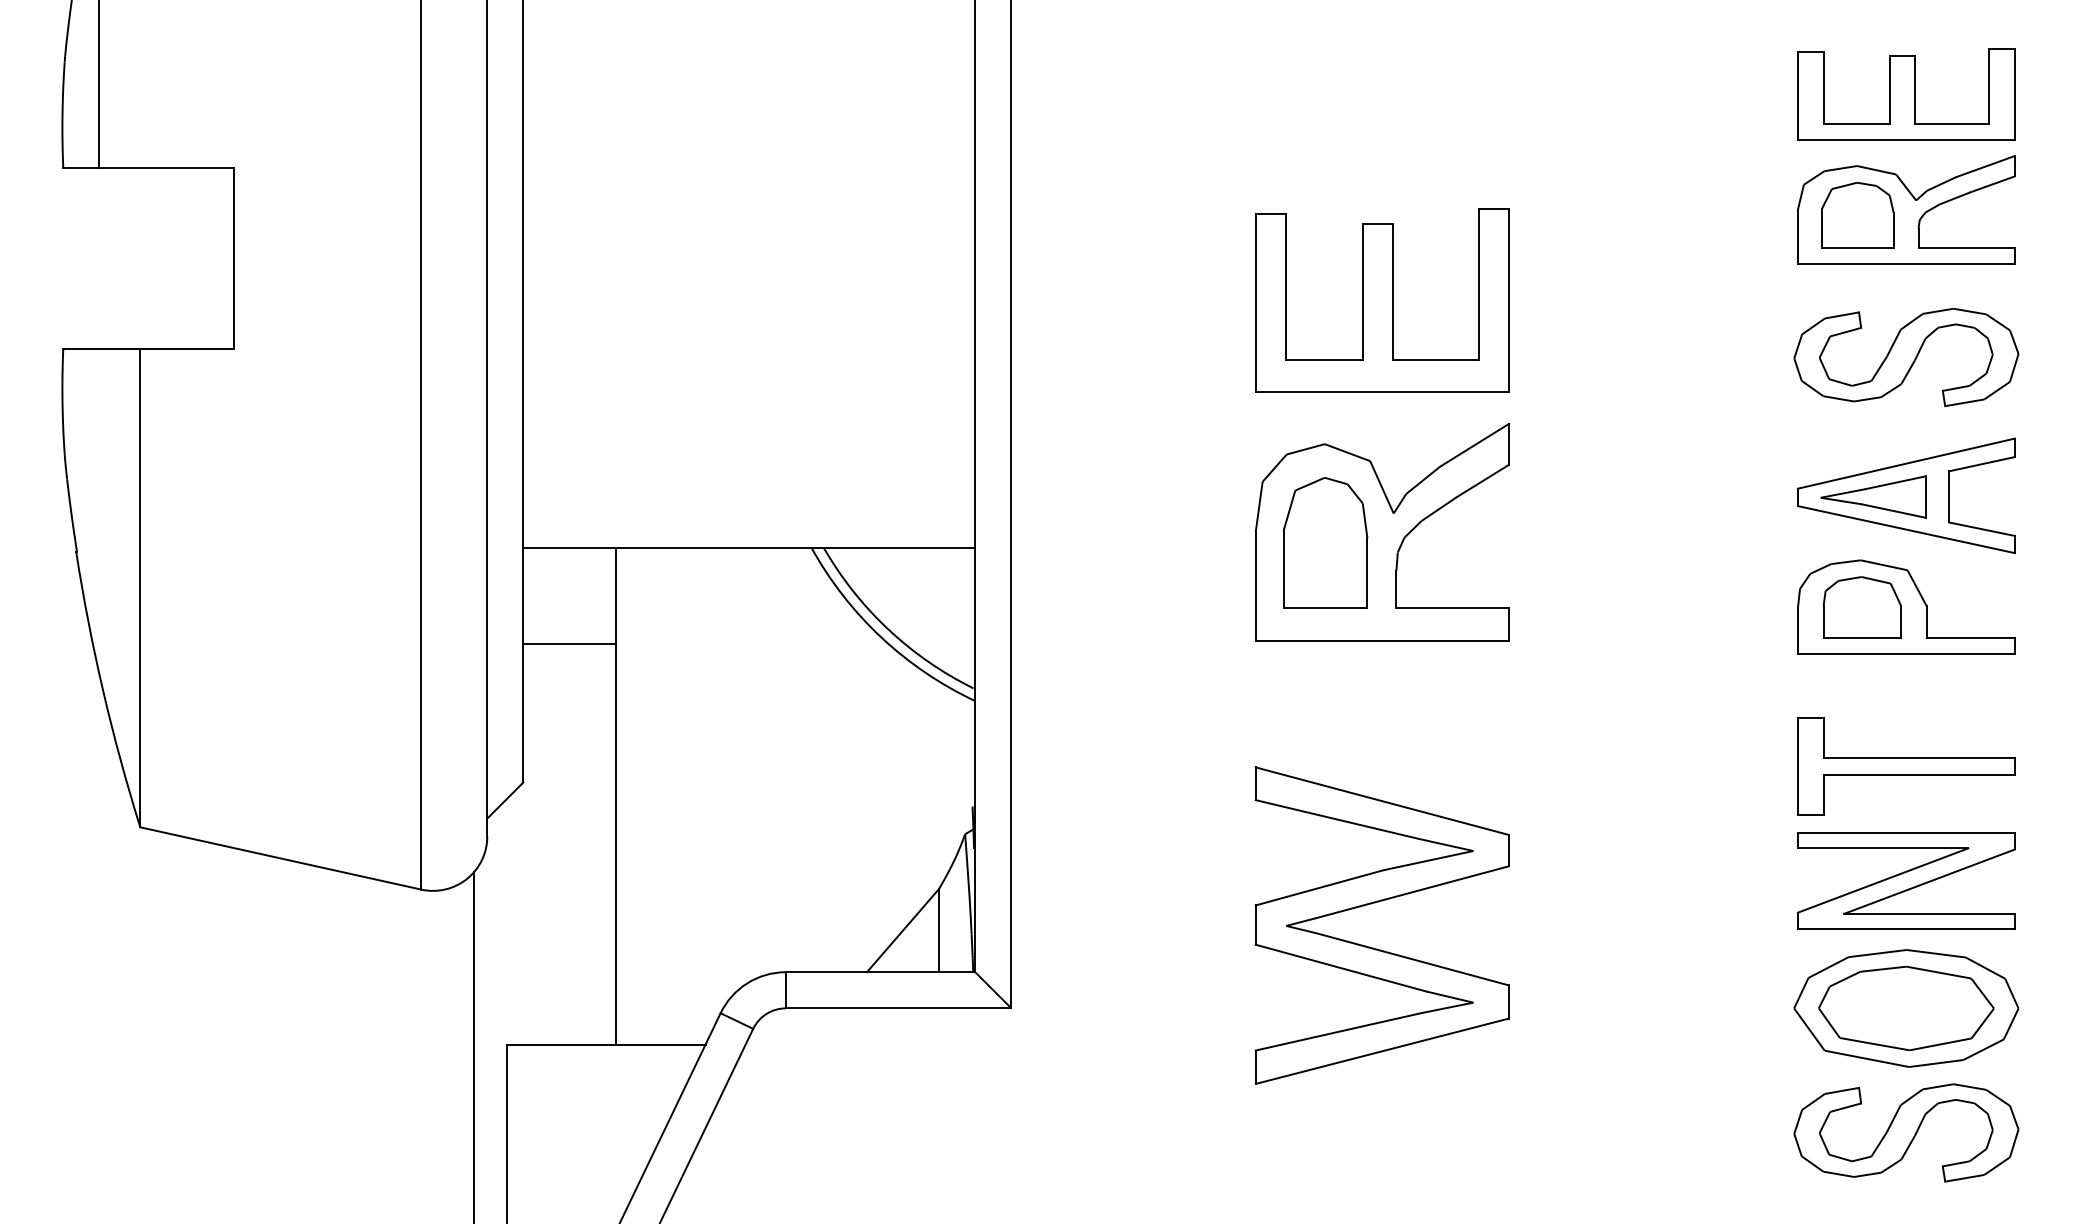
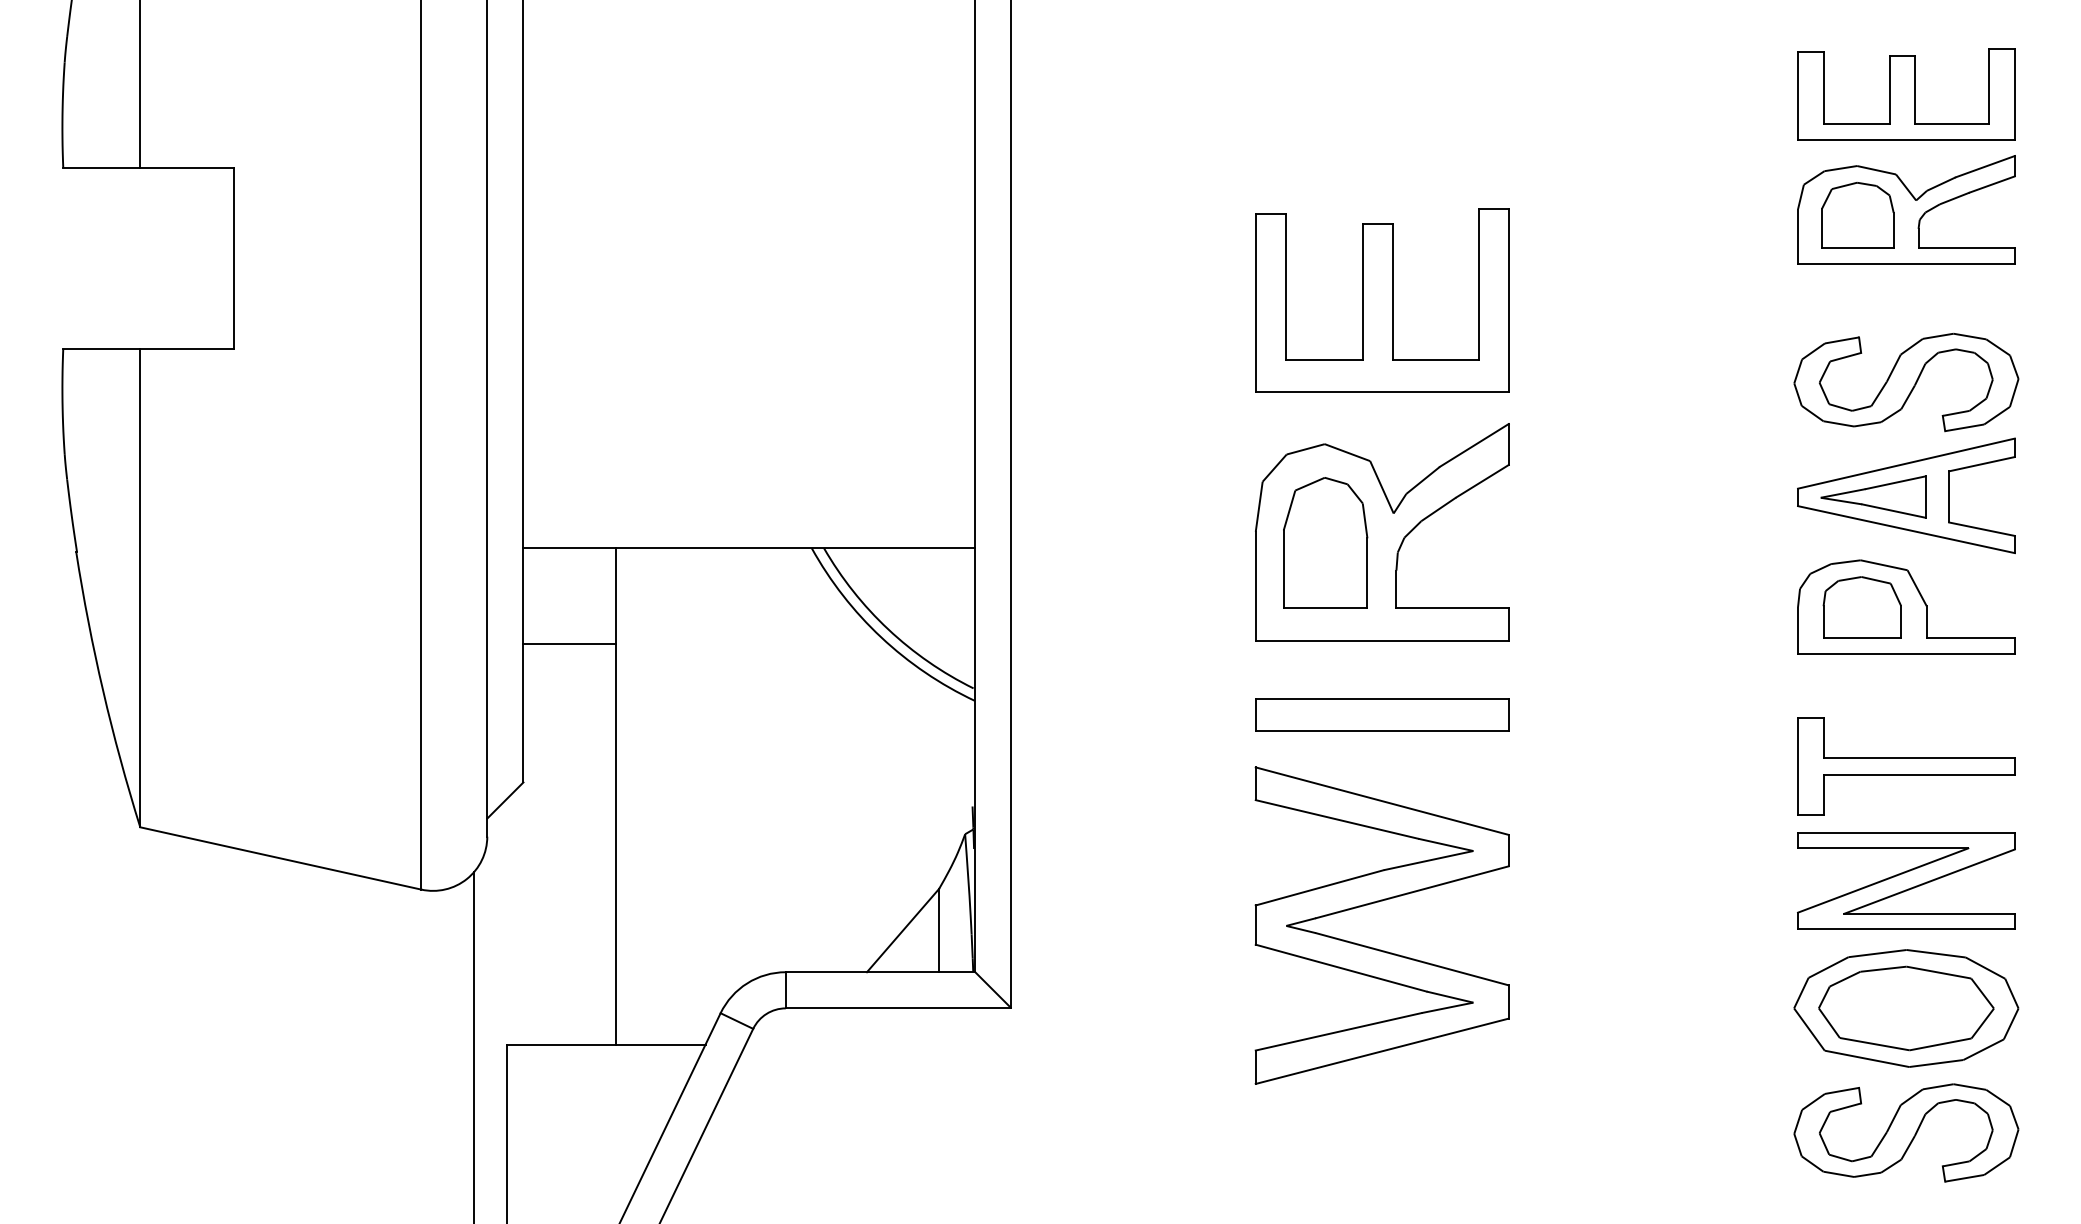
line at (99, 84) position: (99, 84) -> (140, 84)
part at (1906, 357) position: (1906, 357) -> (1906, 382)
part at (1382, 714): none -> present
